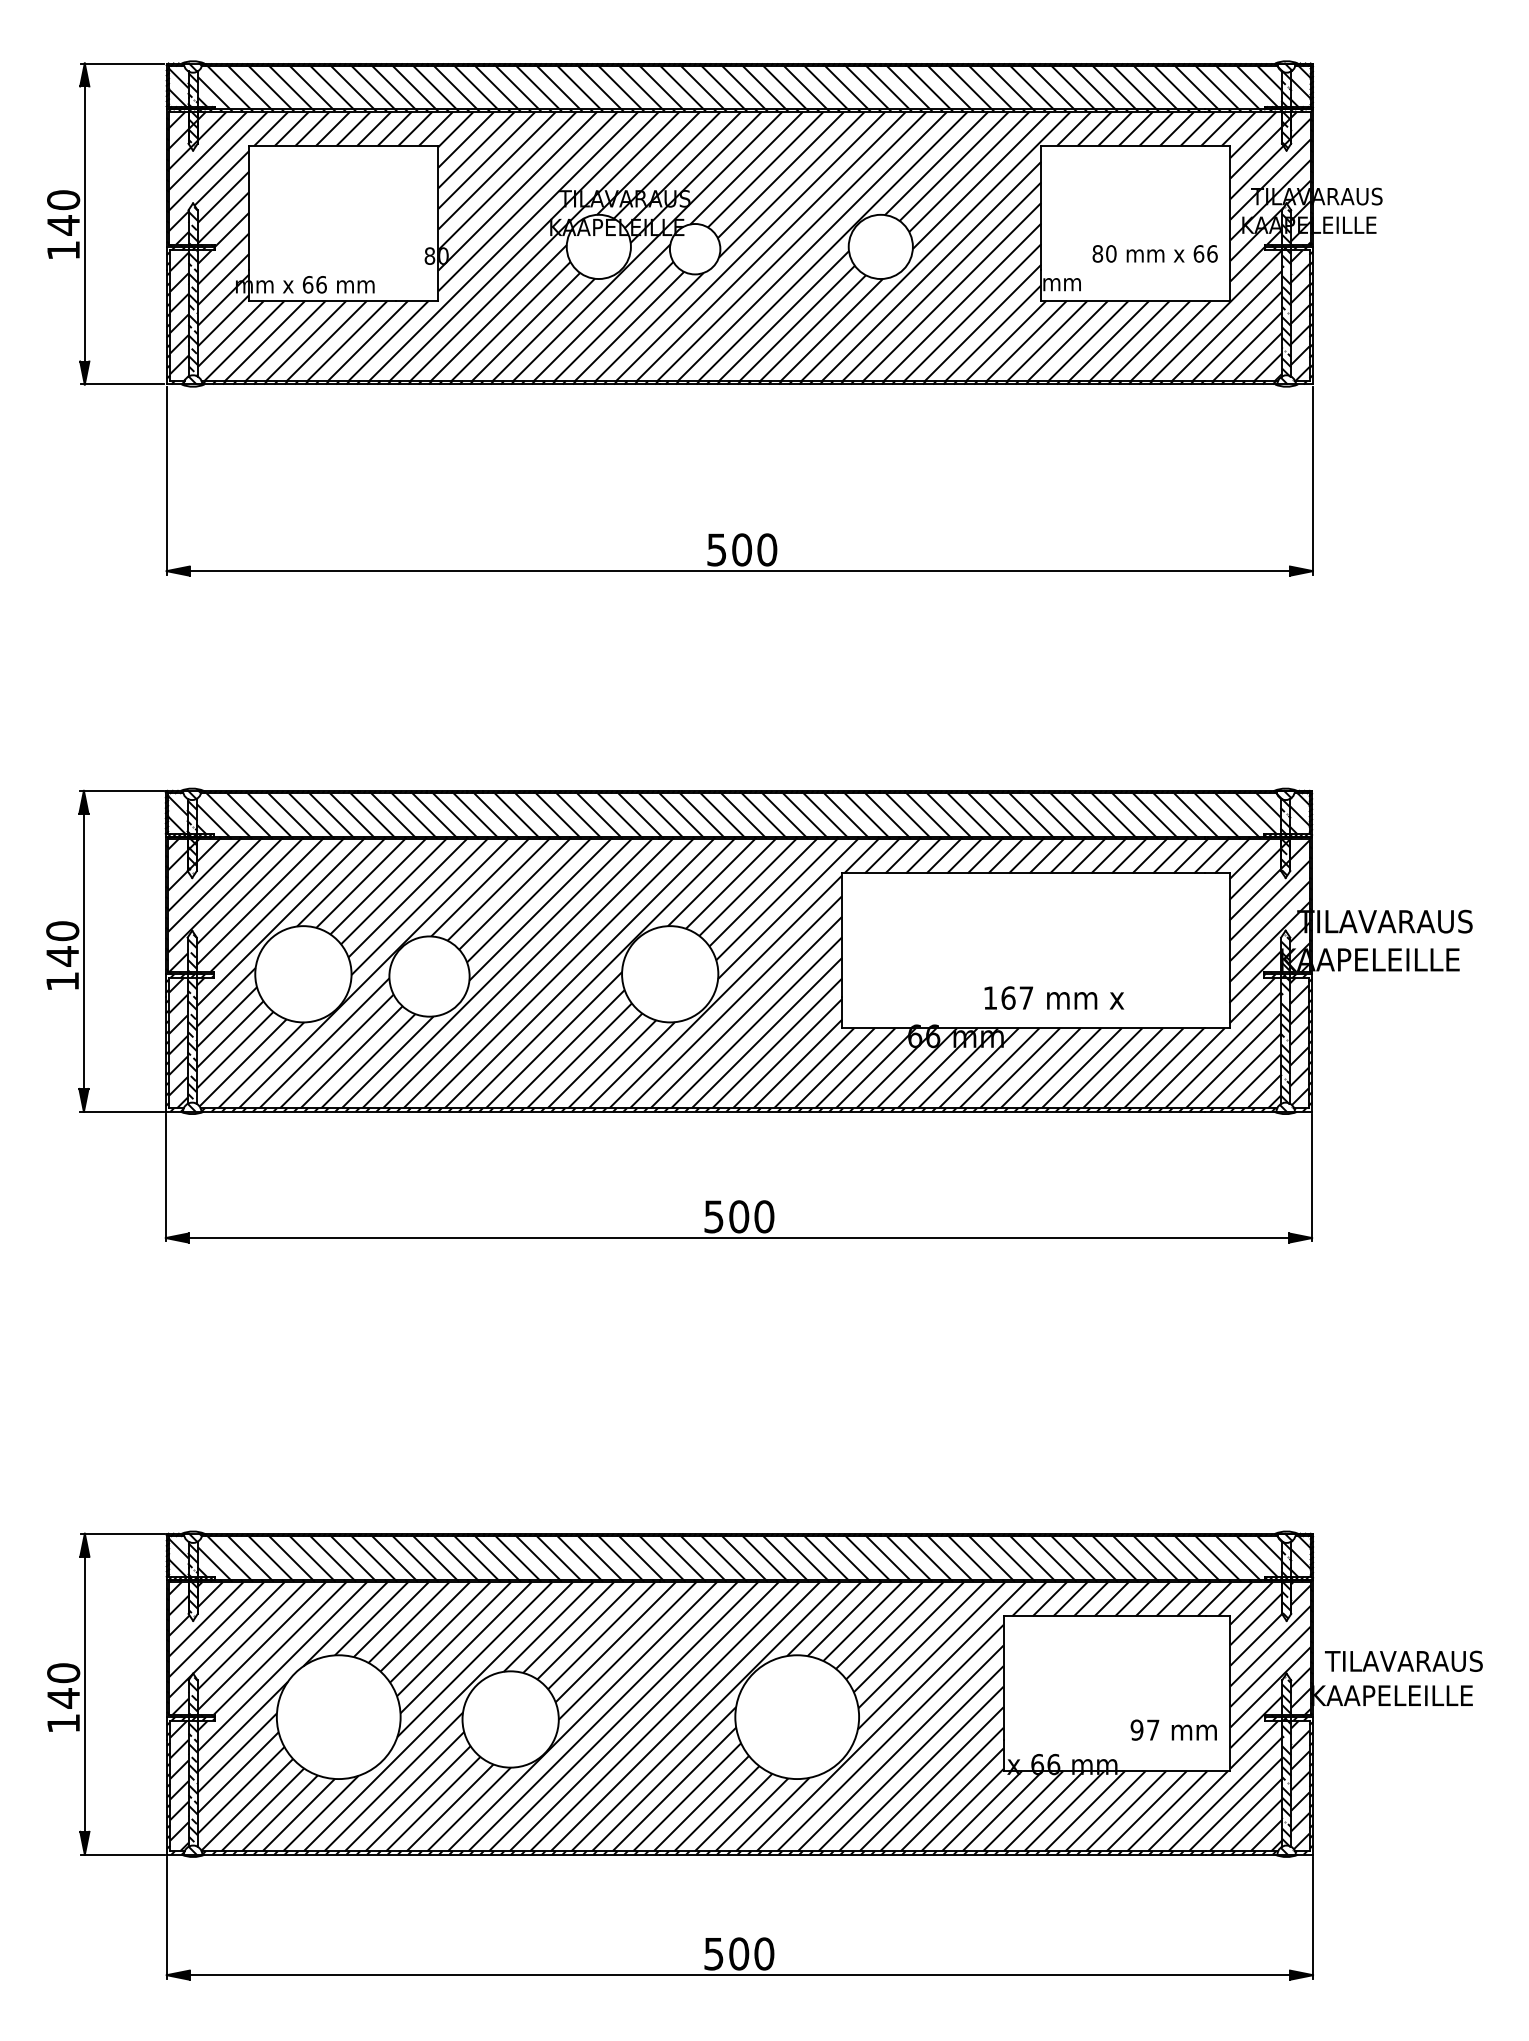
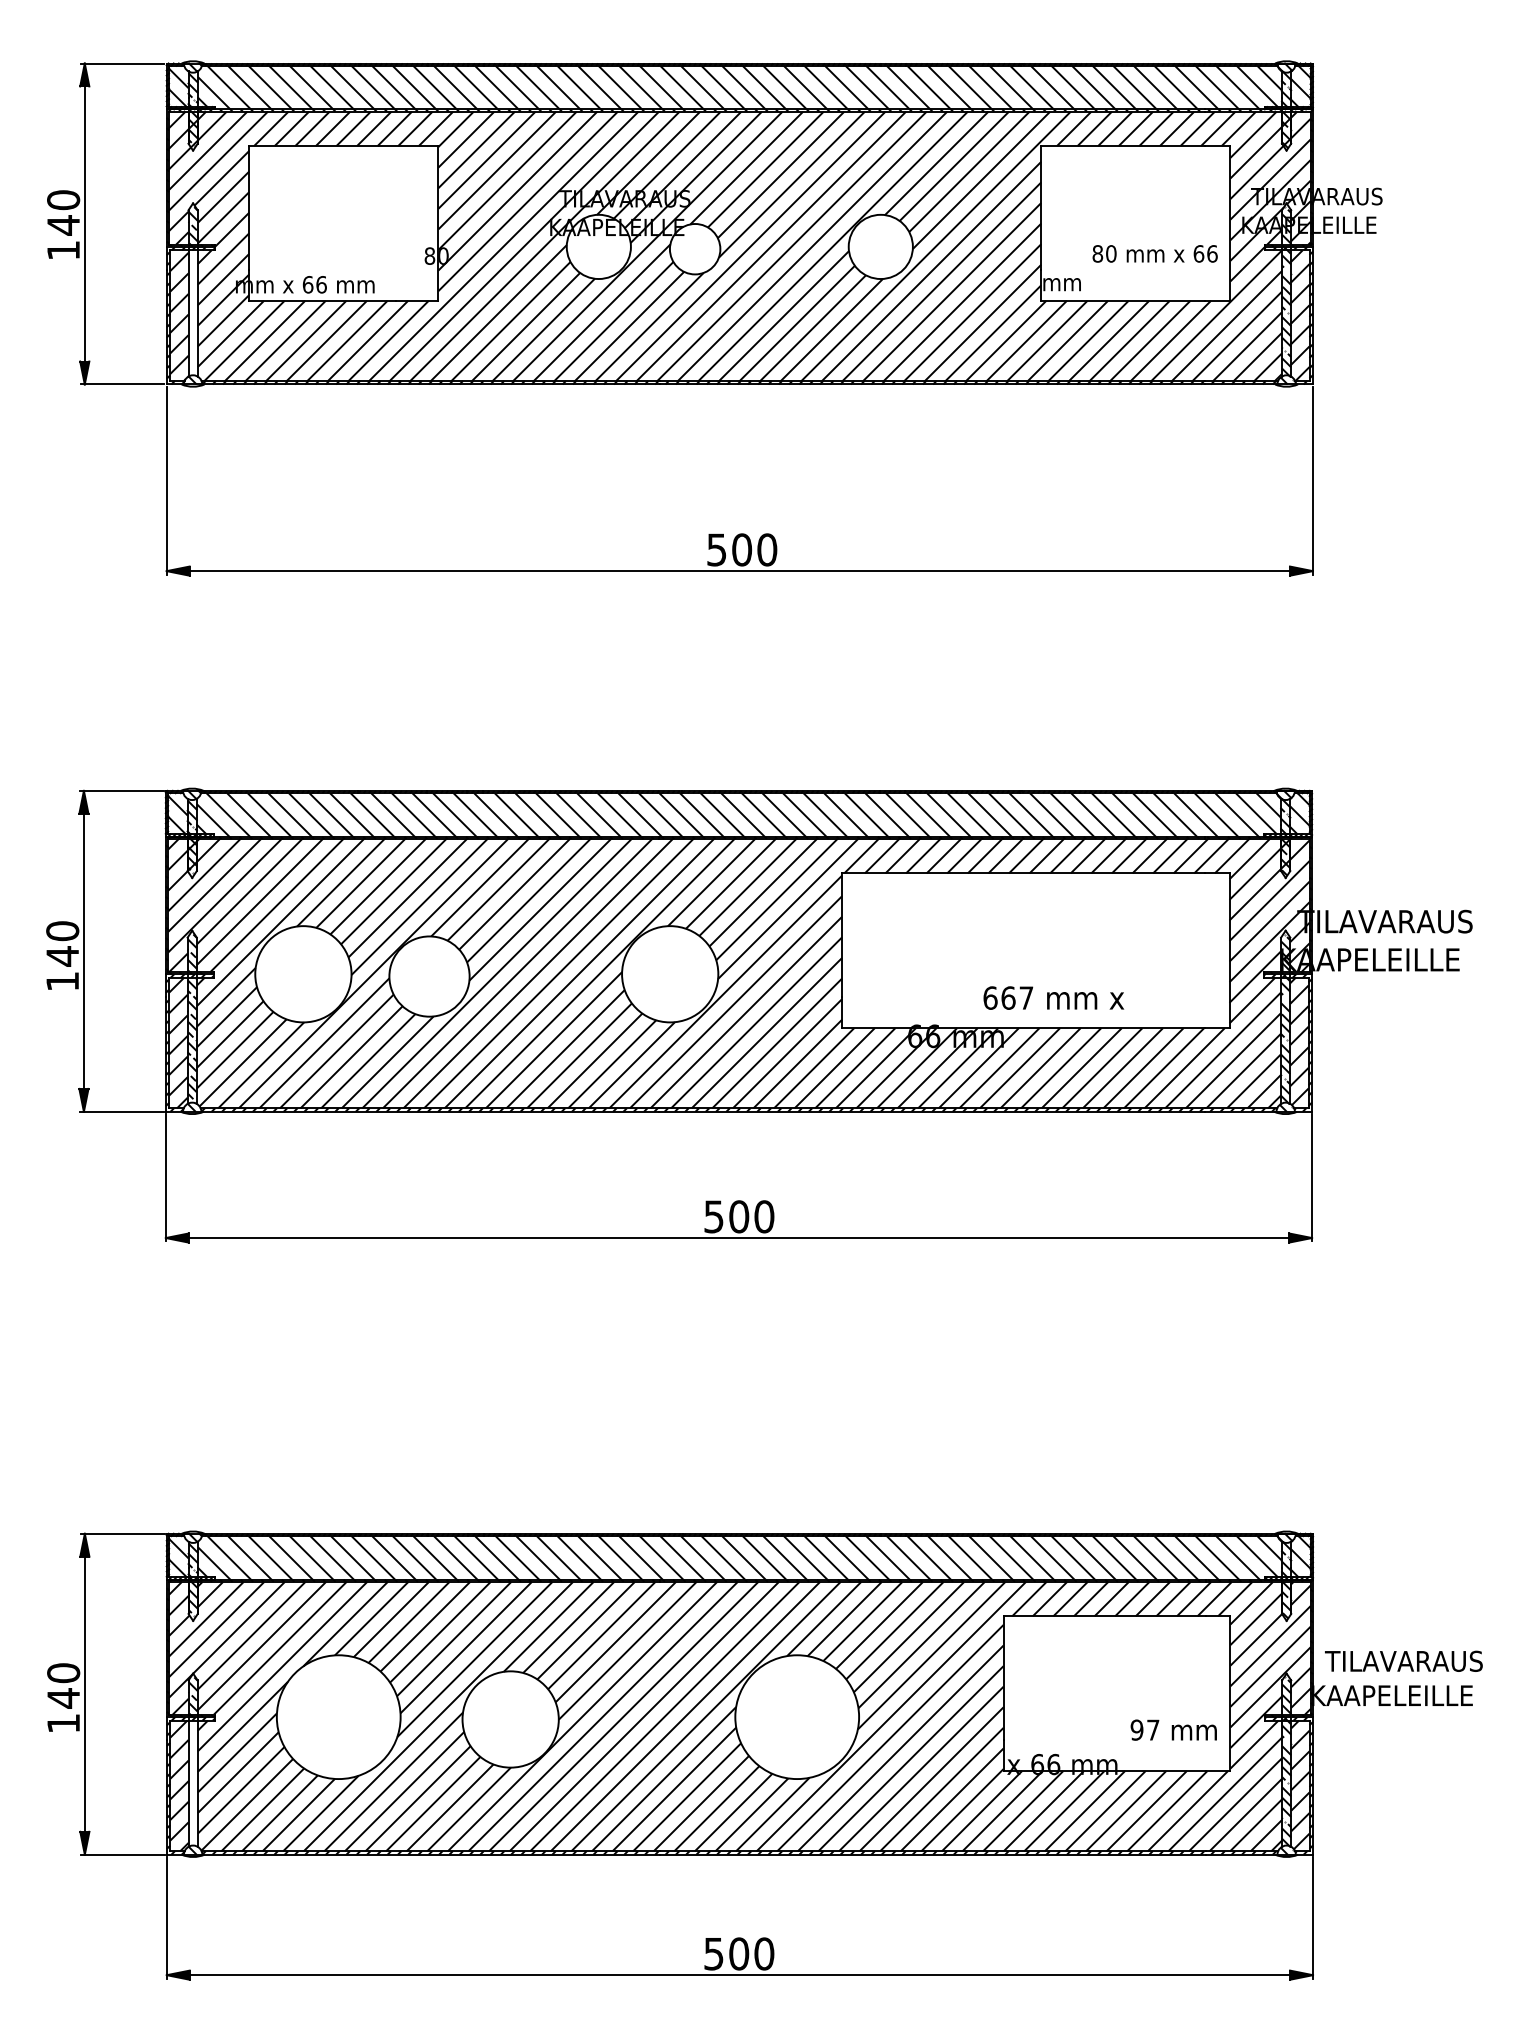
hatch at (192, 313): present -> none
text at (990, 997): 167 -> 667
hatch at (192, 1783): present -> none
